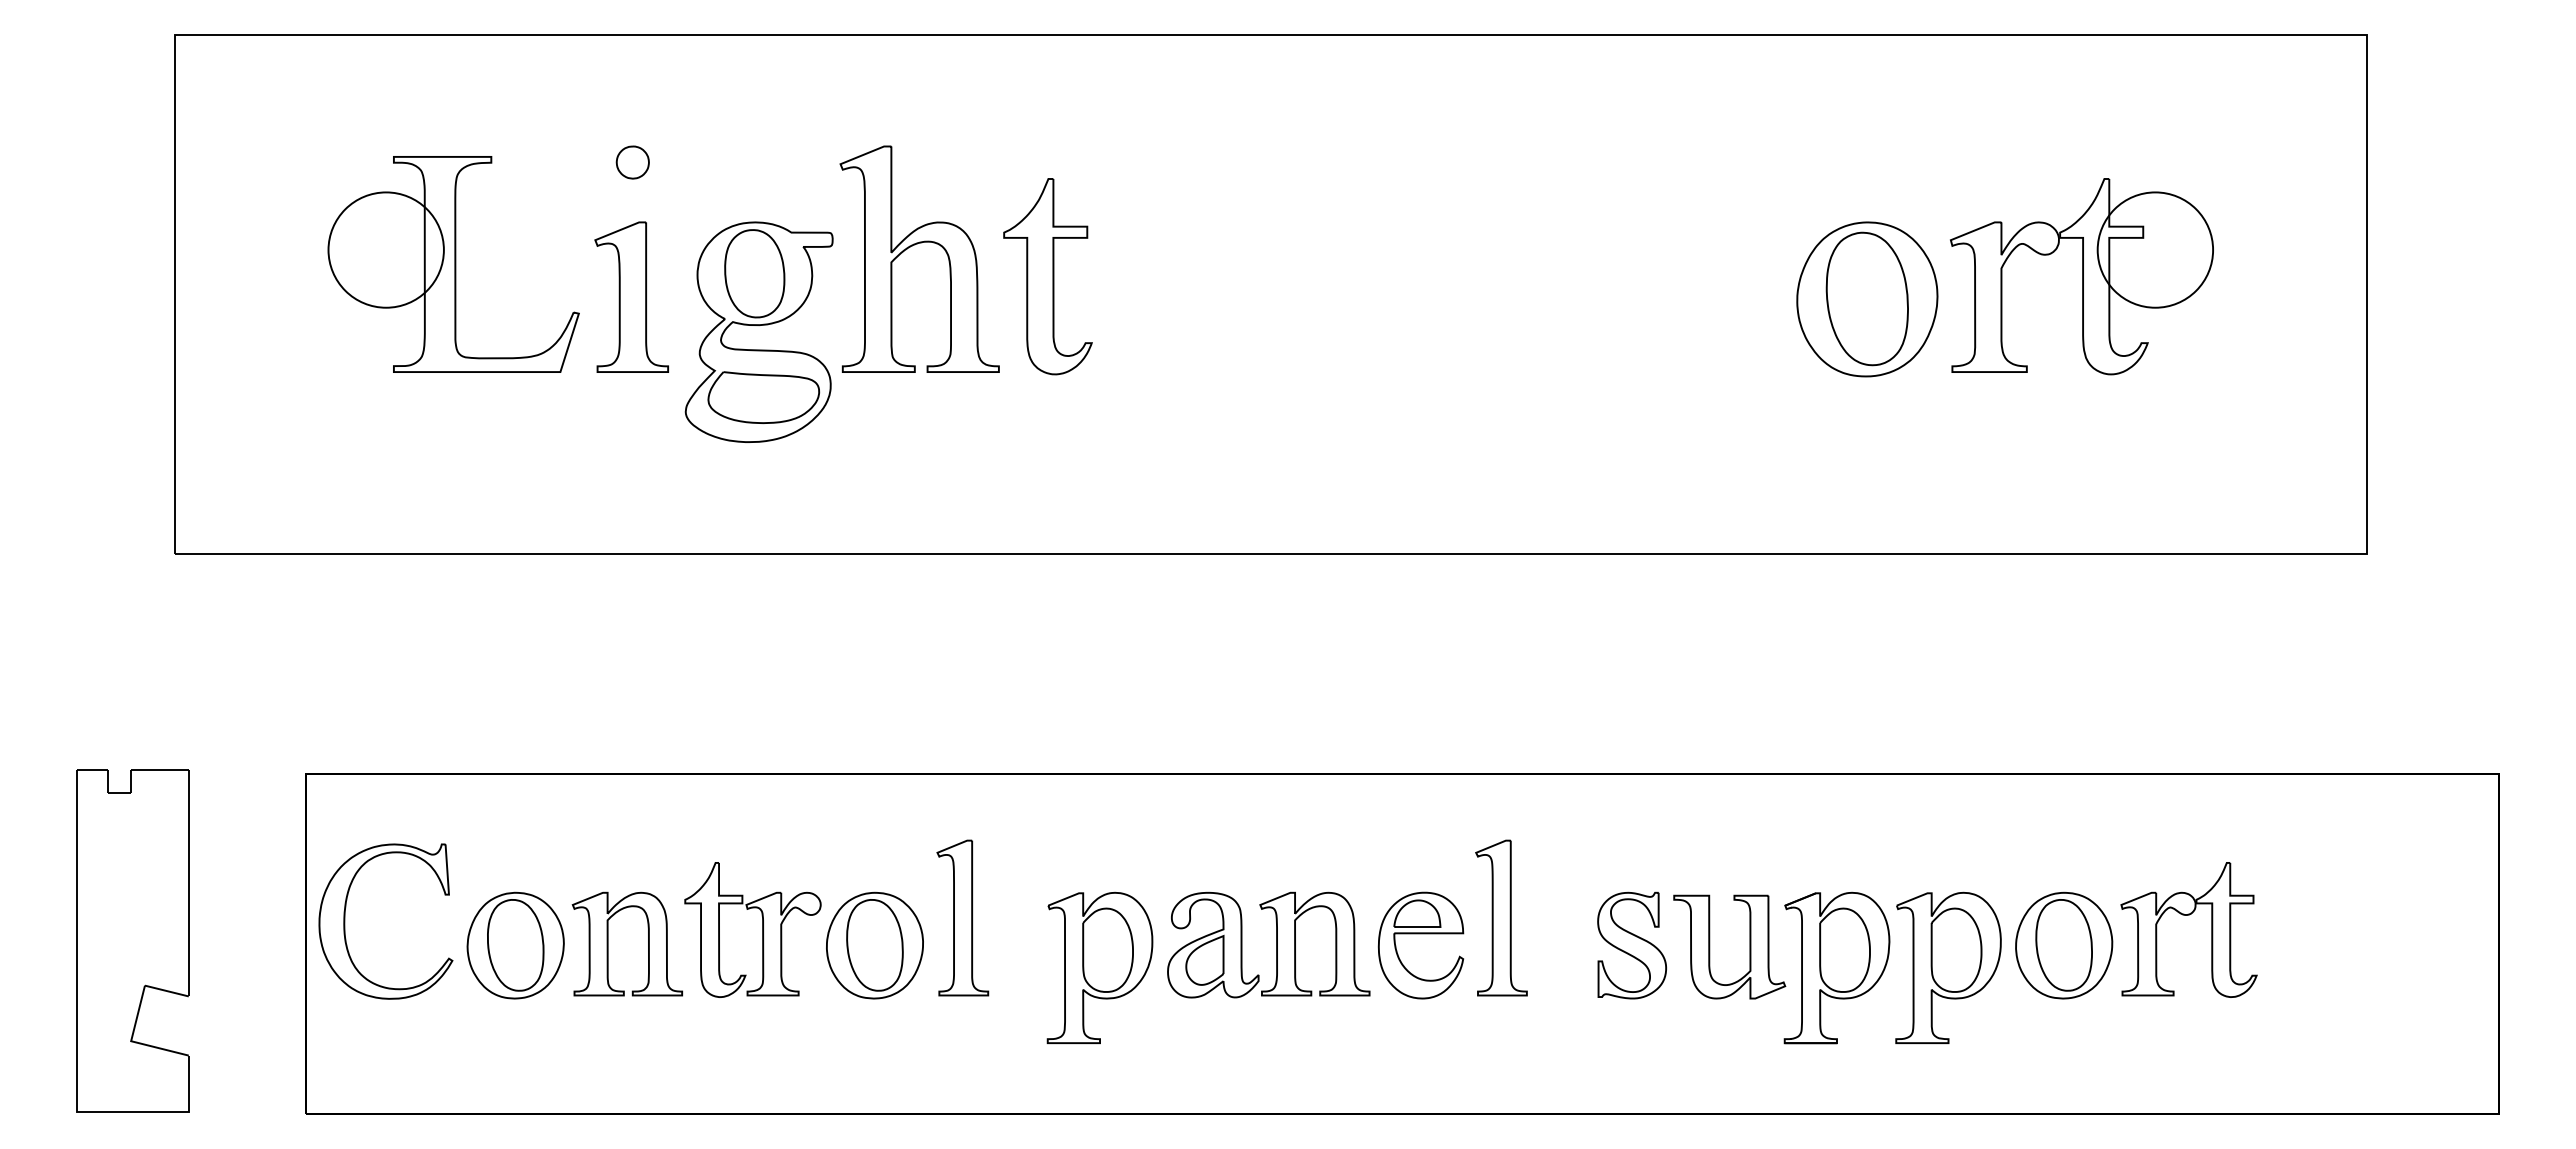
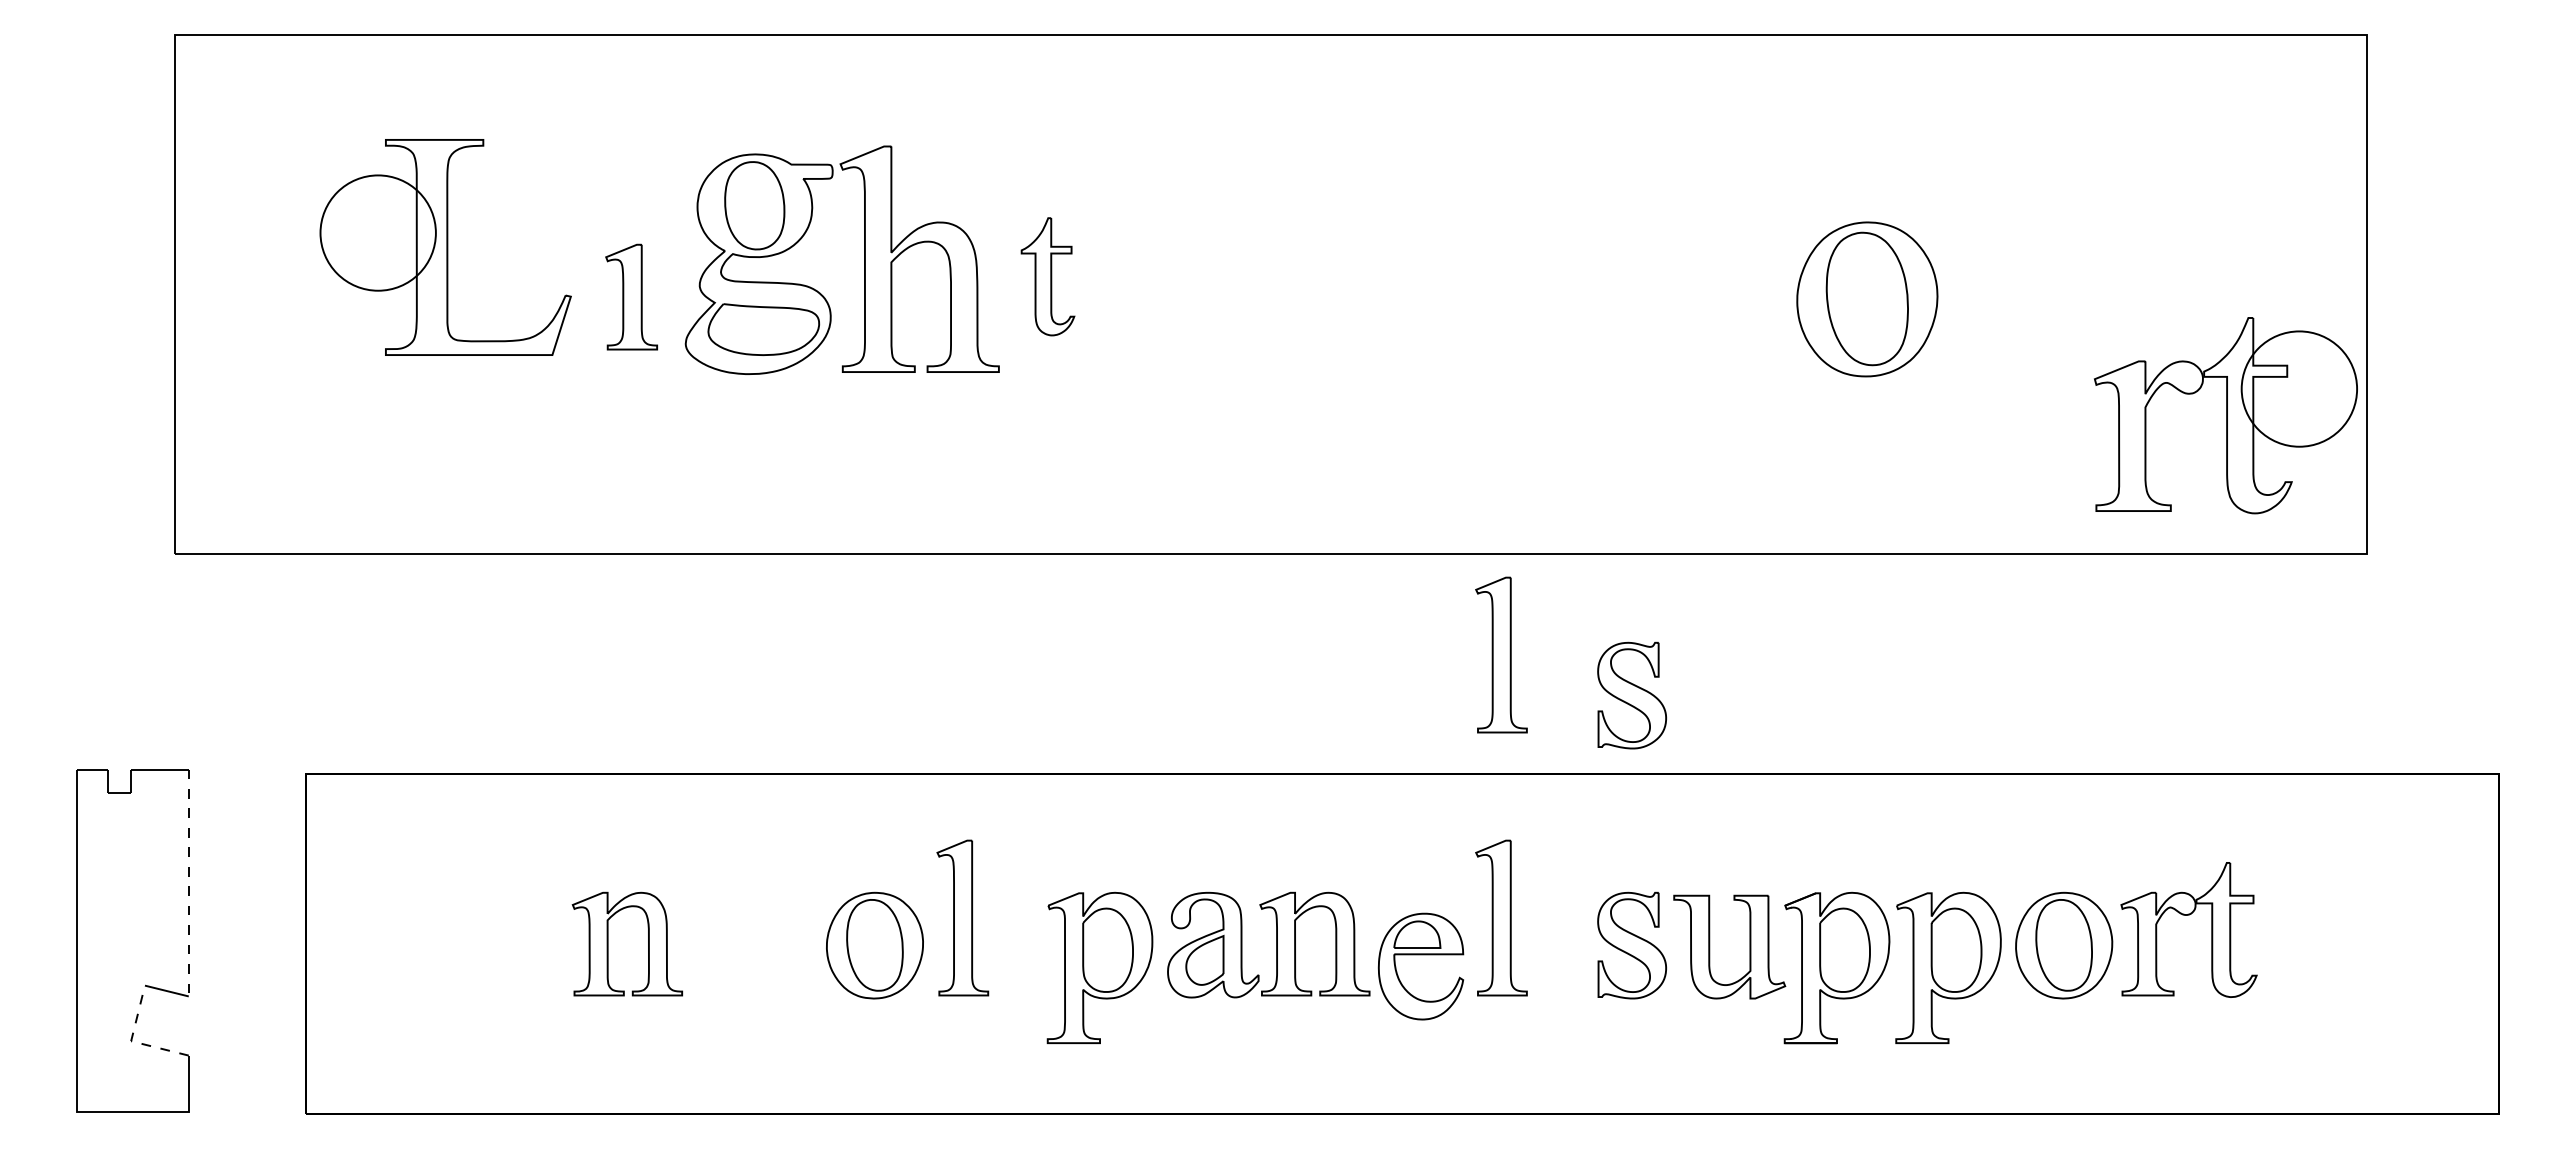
part at (632, 162): present -> none
part at (453, 264) position: (453, 264) -> (445, 247)
part at (1047, 276) size: 90x198 px -> 56x120 px
part at (2081, 276) position: (2081, 276) -> (2225, 415)
part at (631, 296) size: 75x152 px -> 53x108 px
part at (758, 331) position: (758, 331) -> (758, 263)
part at (1501, 654): none -> present
part at (1631, 695): none -> present
line at (188, 883): solid -> dashed
part at (345, 921): present -> none
part at (762, 929): present -> none
part at (1420, 934) position: (1420, 934) -> (1420, 955)
part at (515, 945): present -> none
line at (131, 1041): solid -> dashed
